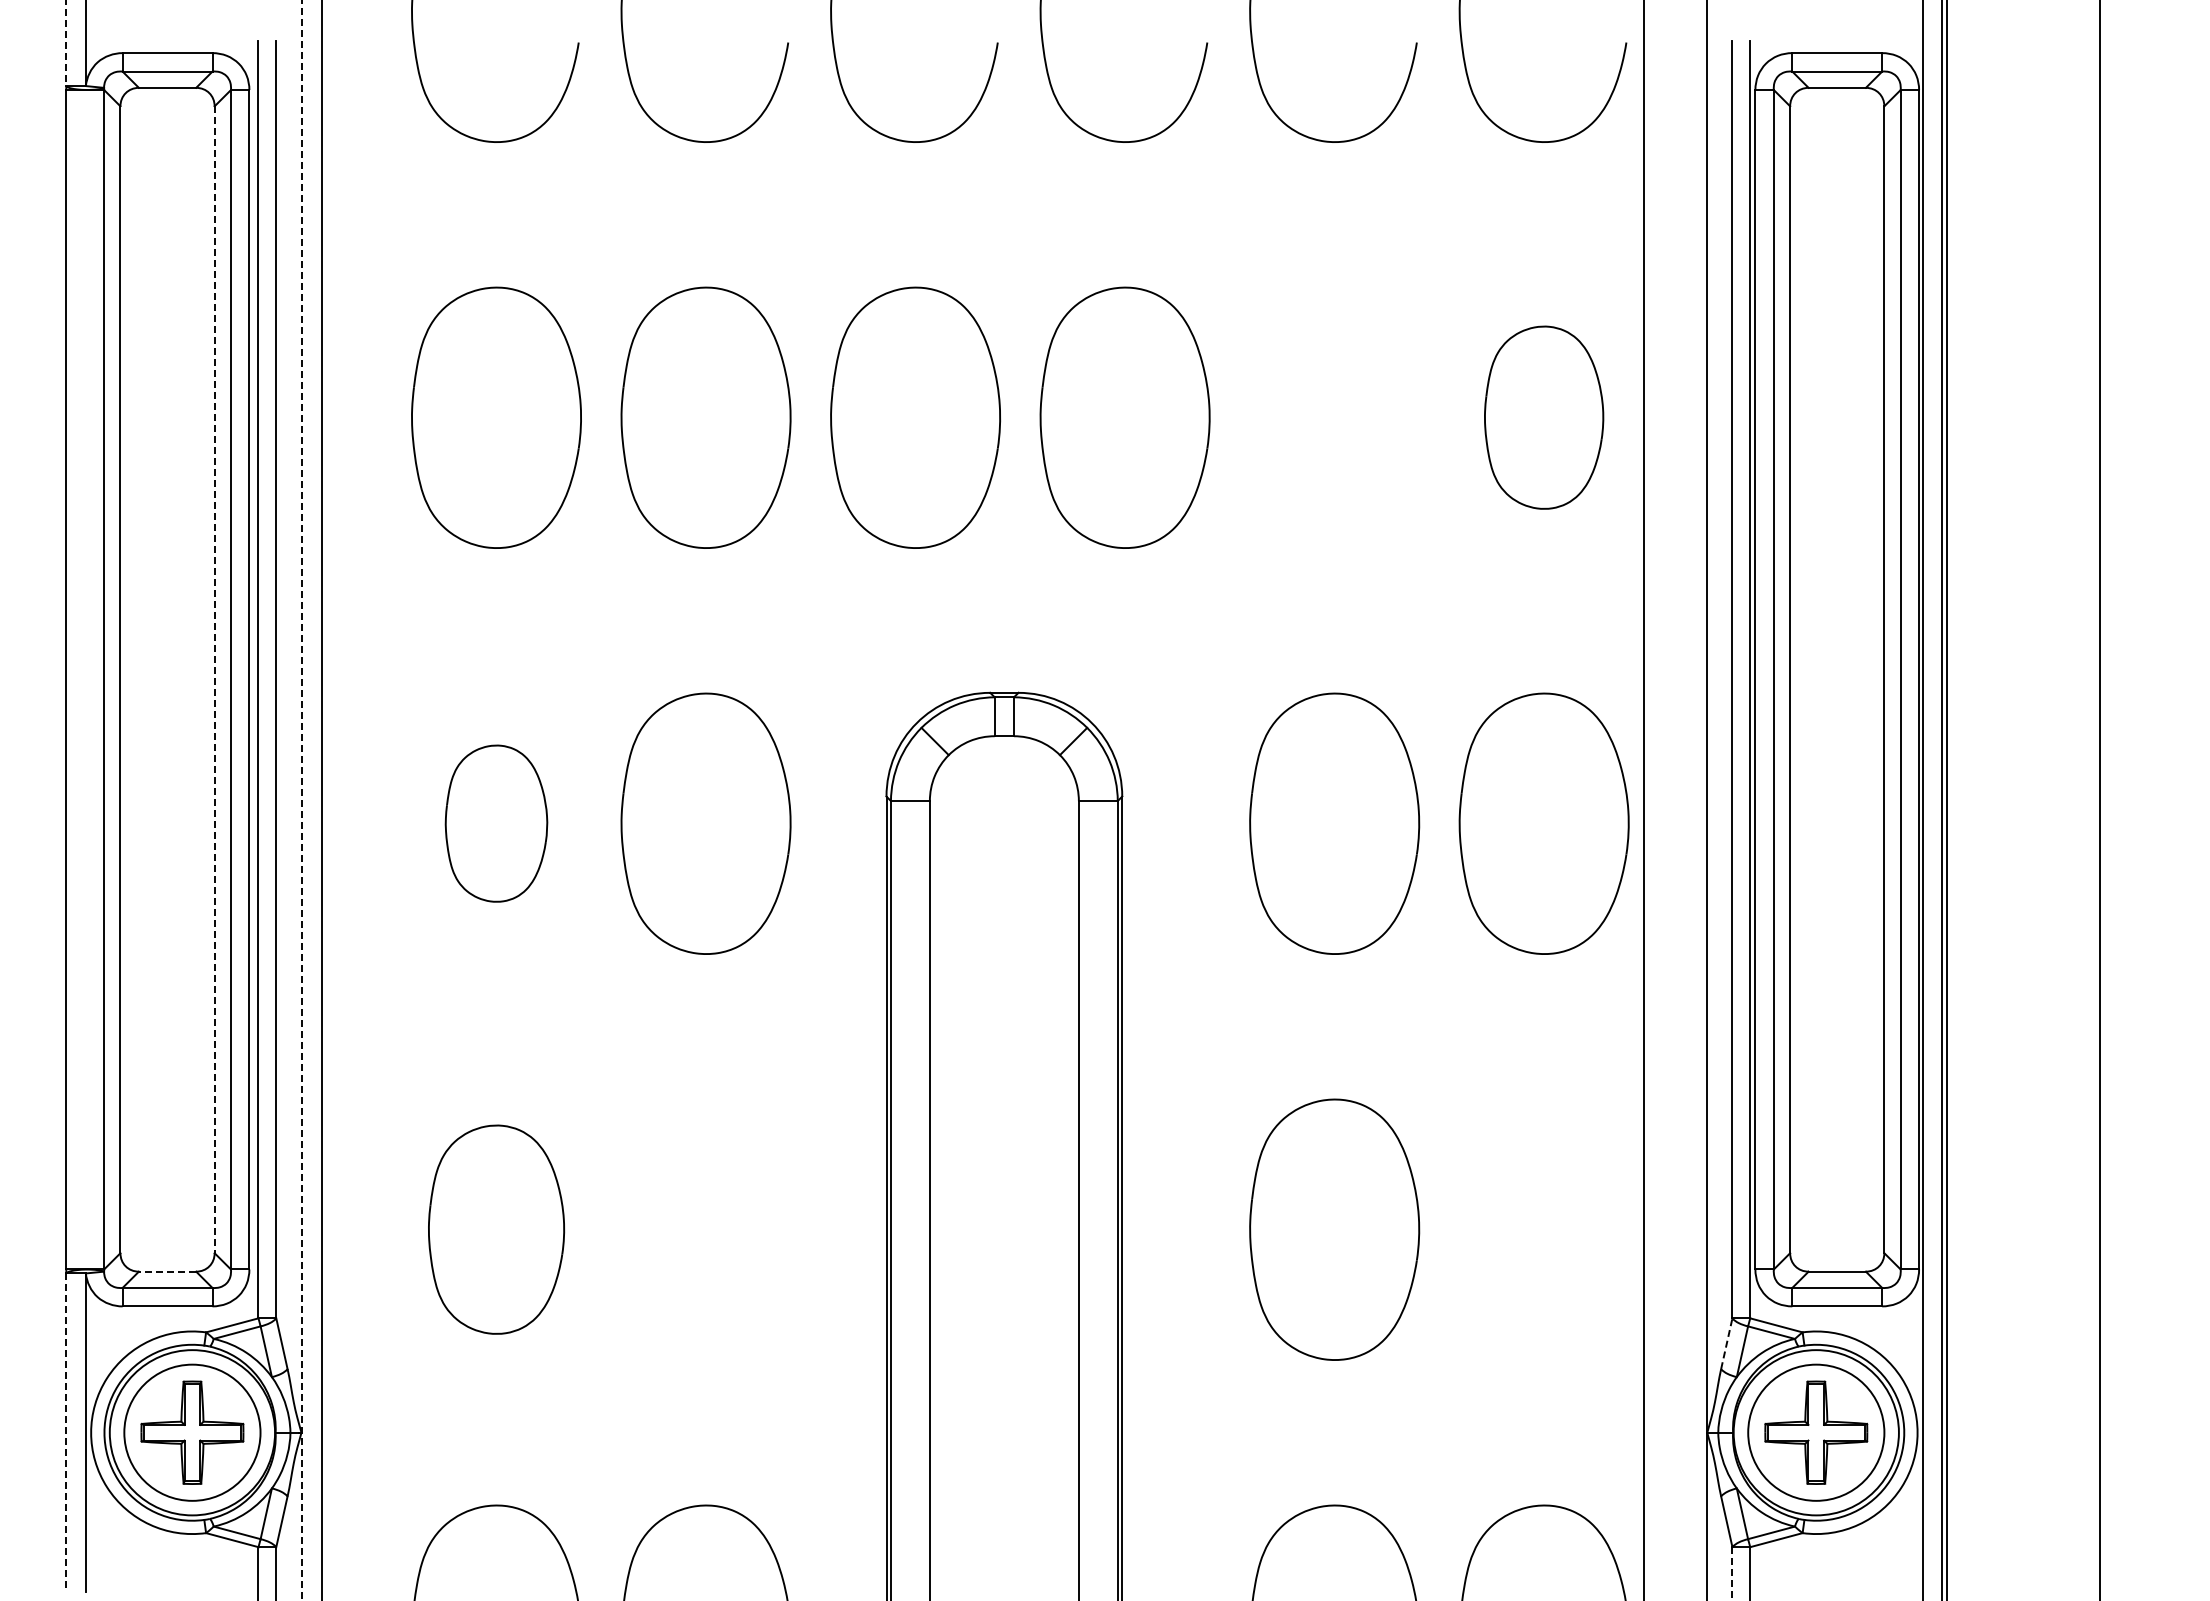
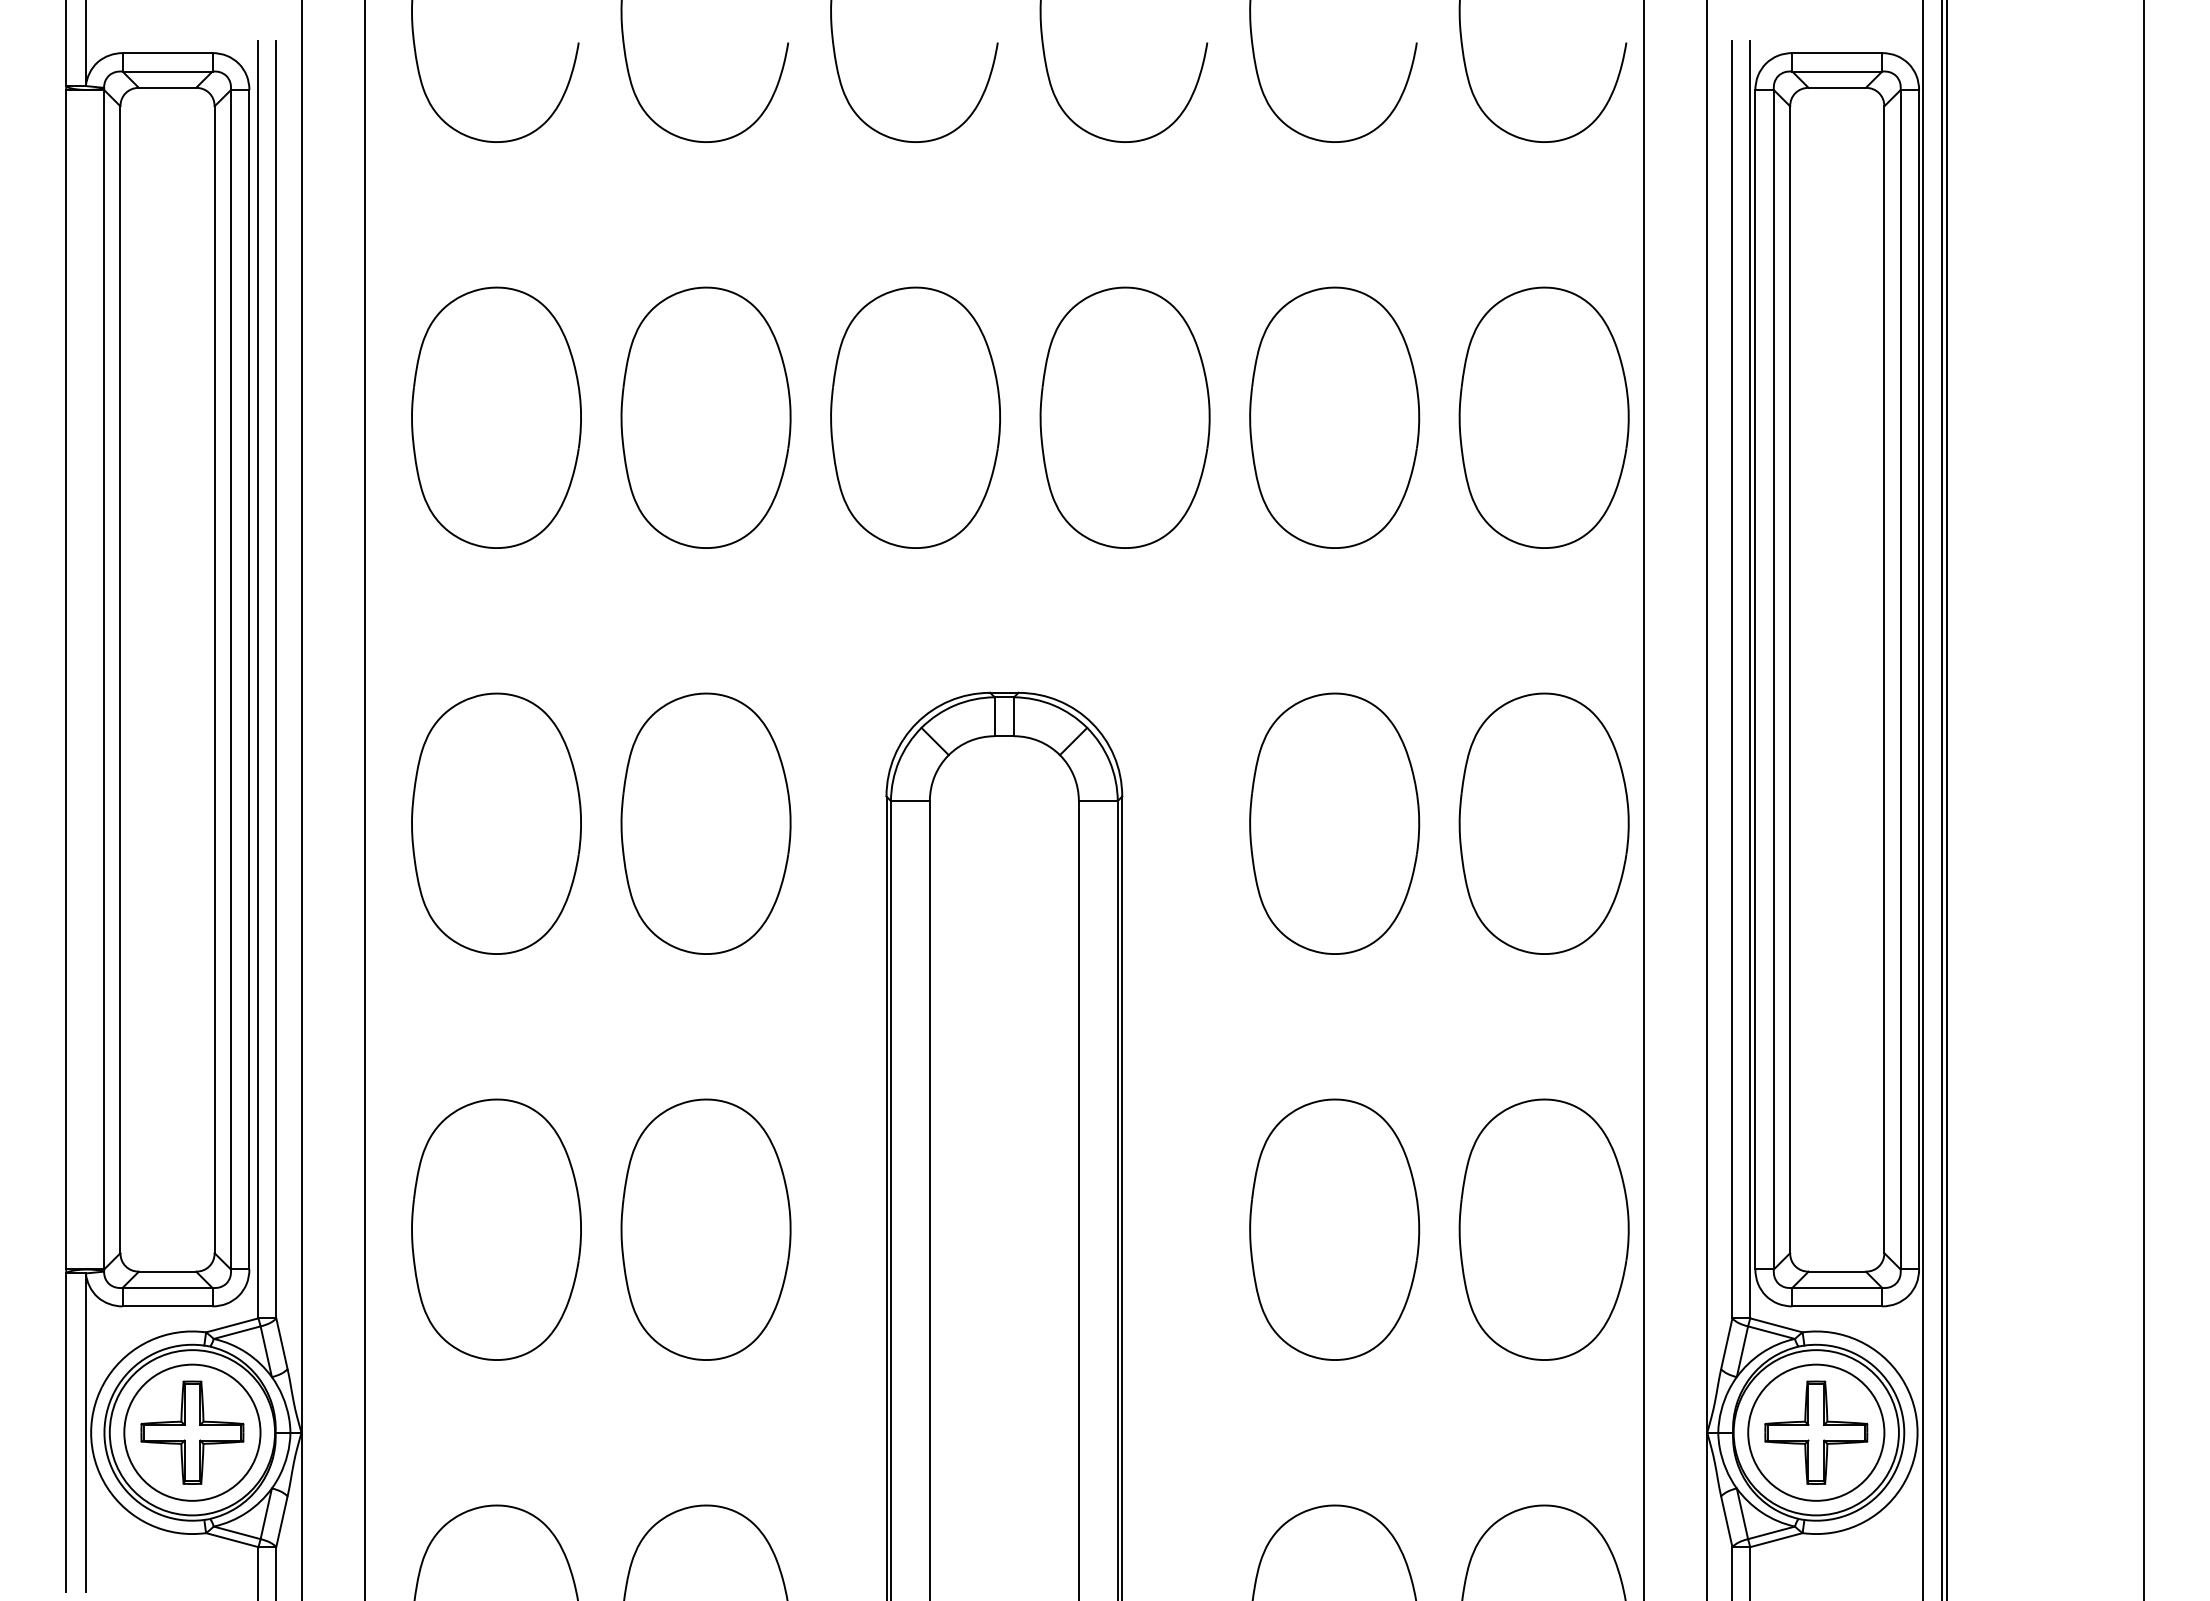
line at (66, 43): dashed -> solid
part at (1334, 417): none -> present
part at (1544, 417) size: 121x185 px -> 172x263 px
line at (214, 680): dashed -> solid
line at (322, 799) position: (322, 799) -> (365, 799)
line at (2099, 799) position: (2099, 799) -> (2143, 799)
line at (301, 800): dashed -> solid
part at (496, 823) size: 105x159 px -> 171x263 px
part at (496, 1229) size: 138x211 px -> 171x263 px
part at (705, 1229): none -> present
part at (1543, 1229): none -> present
line at (167, 1271): dashed -> solid
line at (1726, 1343): dashed -> solid
line at (66, 1433): dashed -> solid
line at (1732, 1574): dashed -> solid
